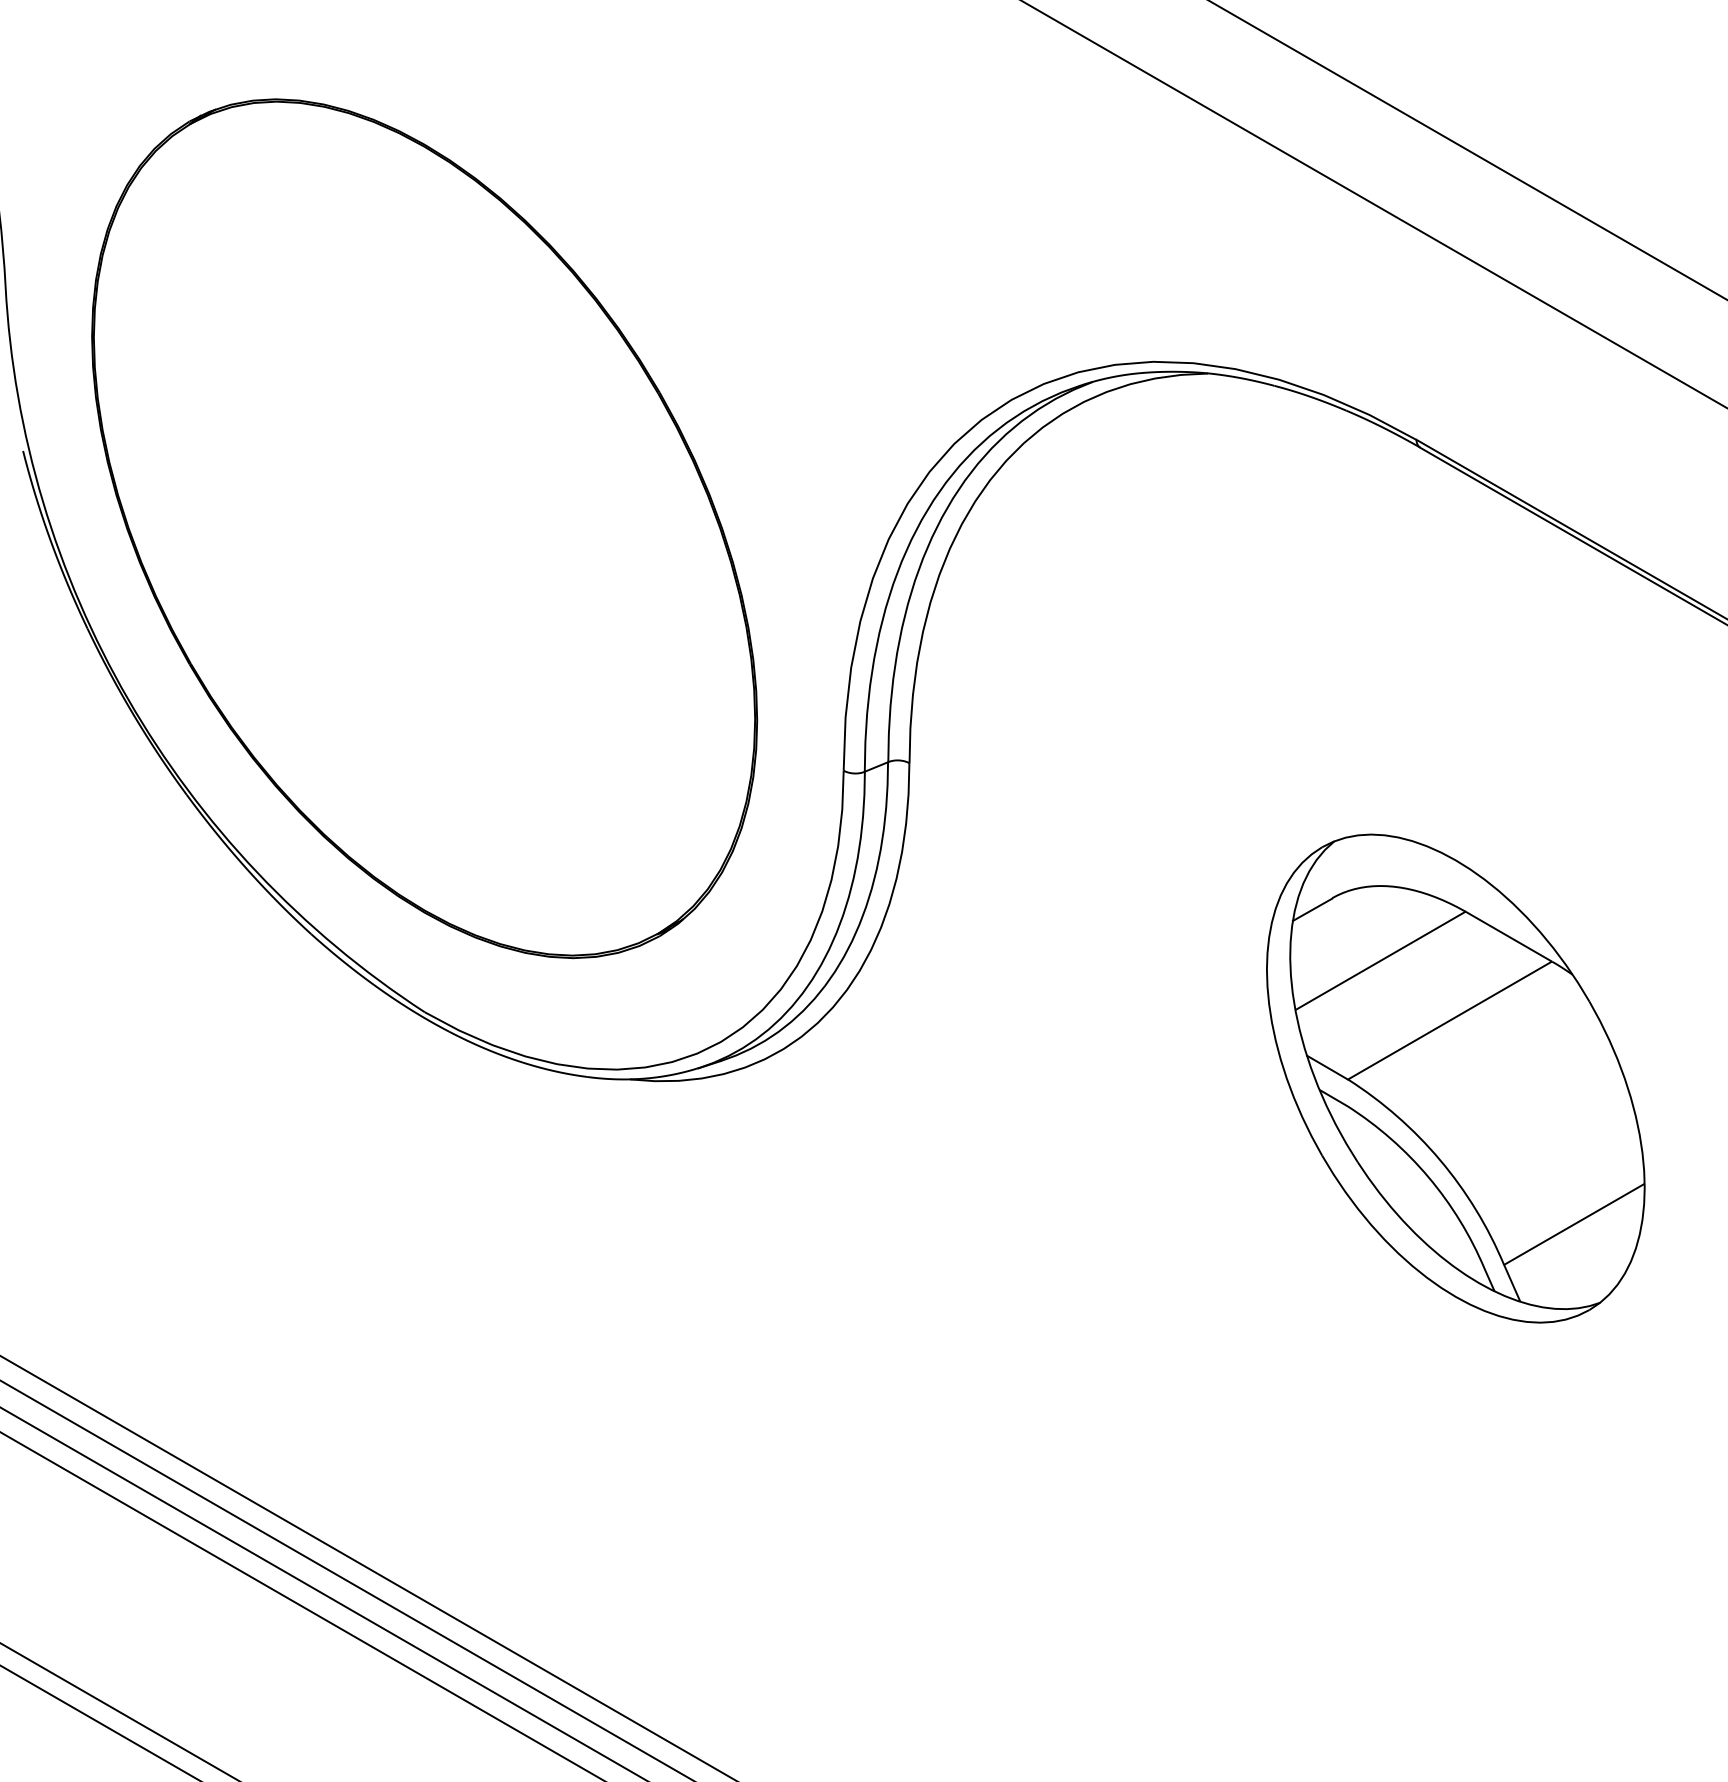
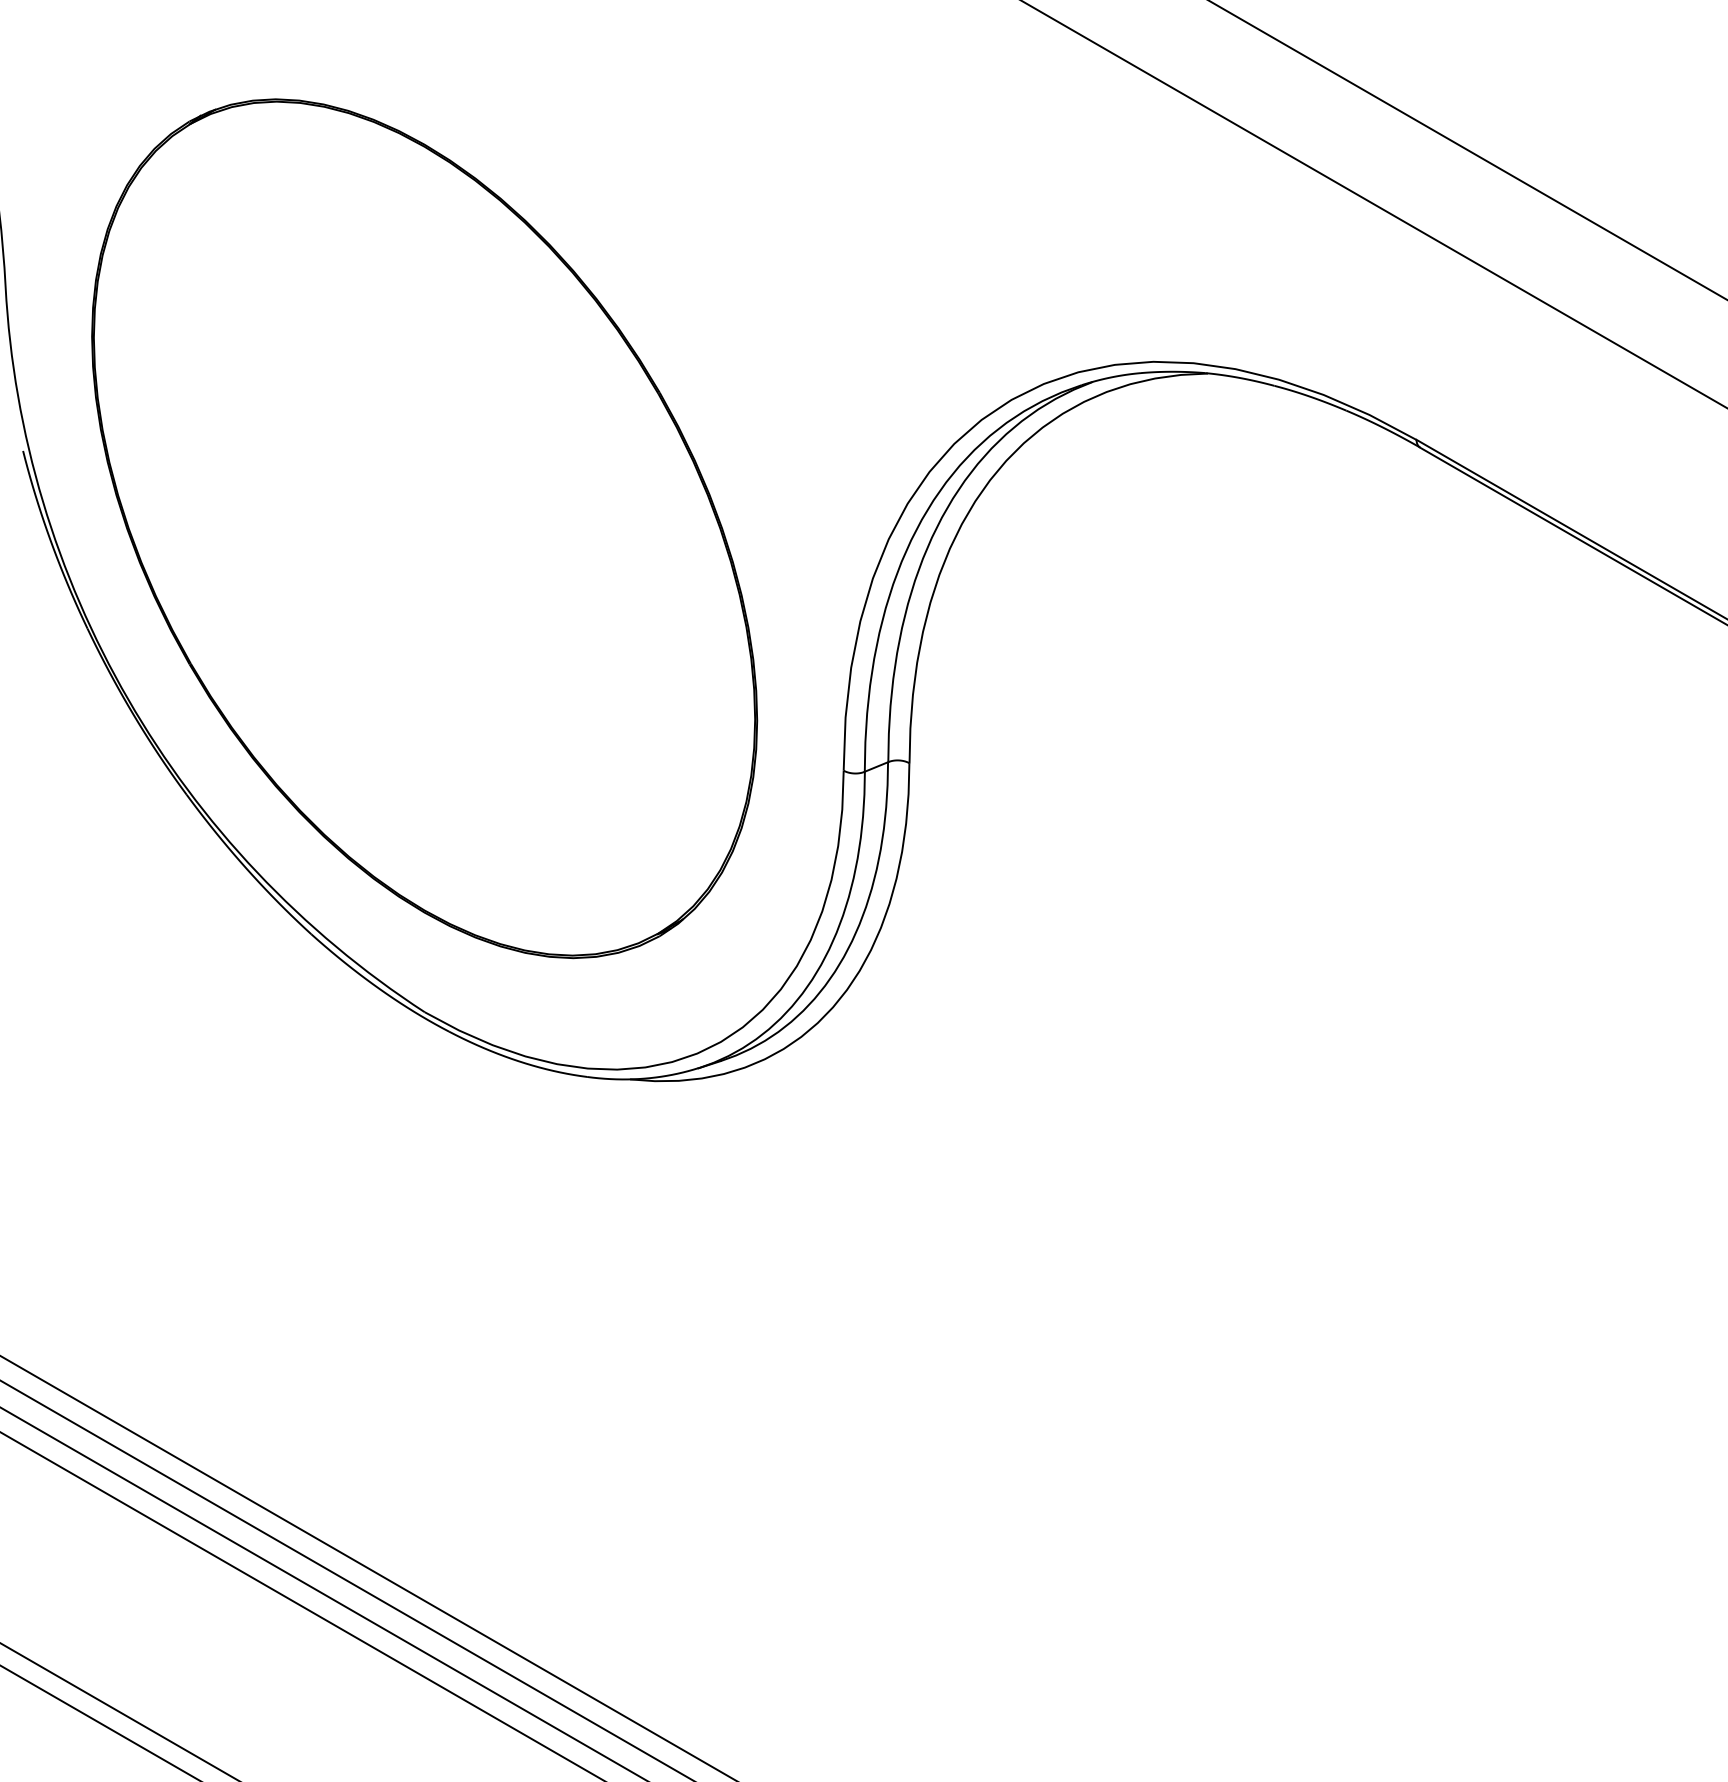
part at (1455, 1078): present -> none
